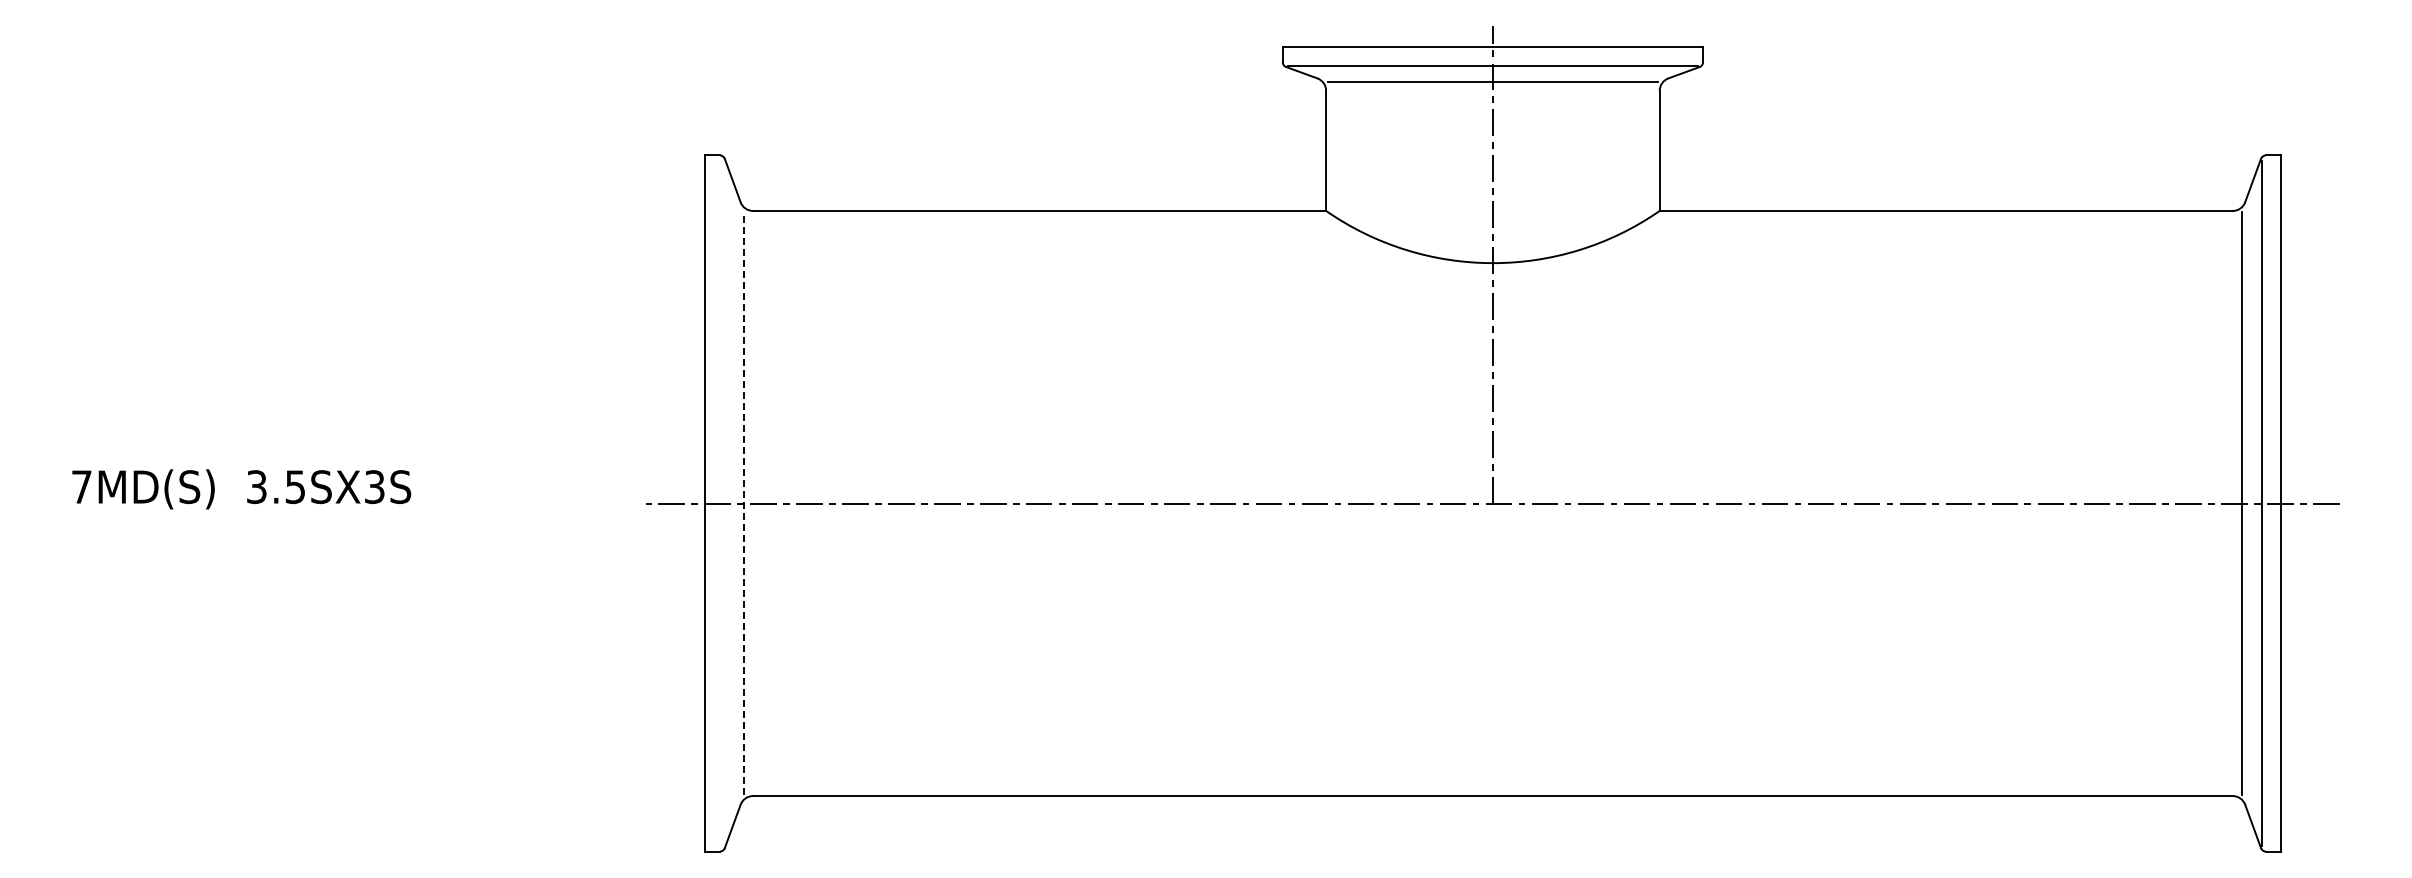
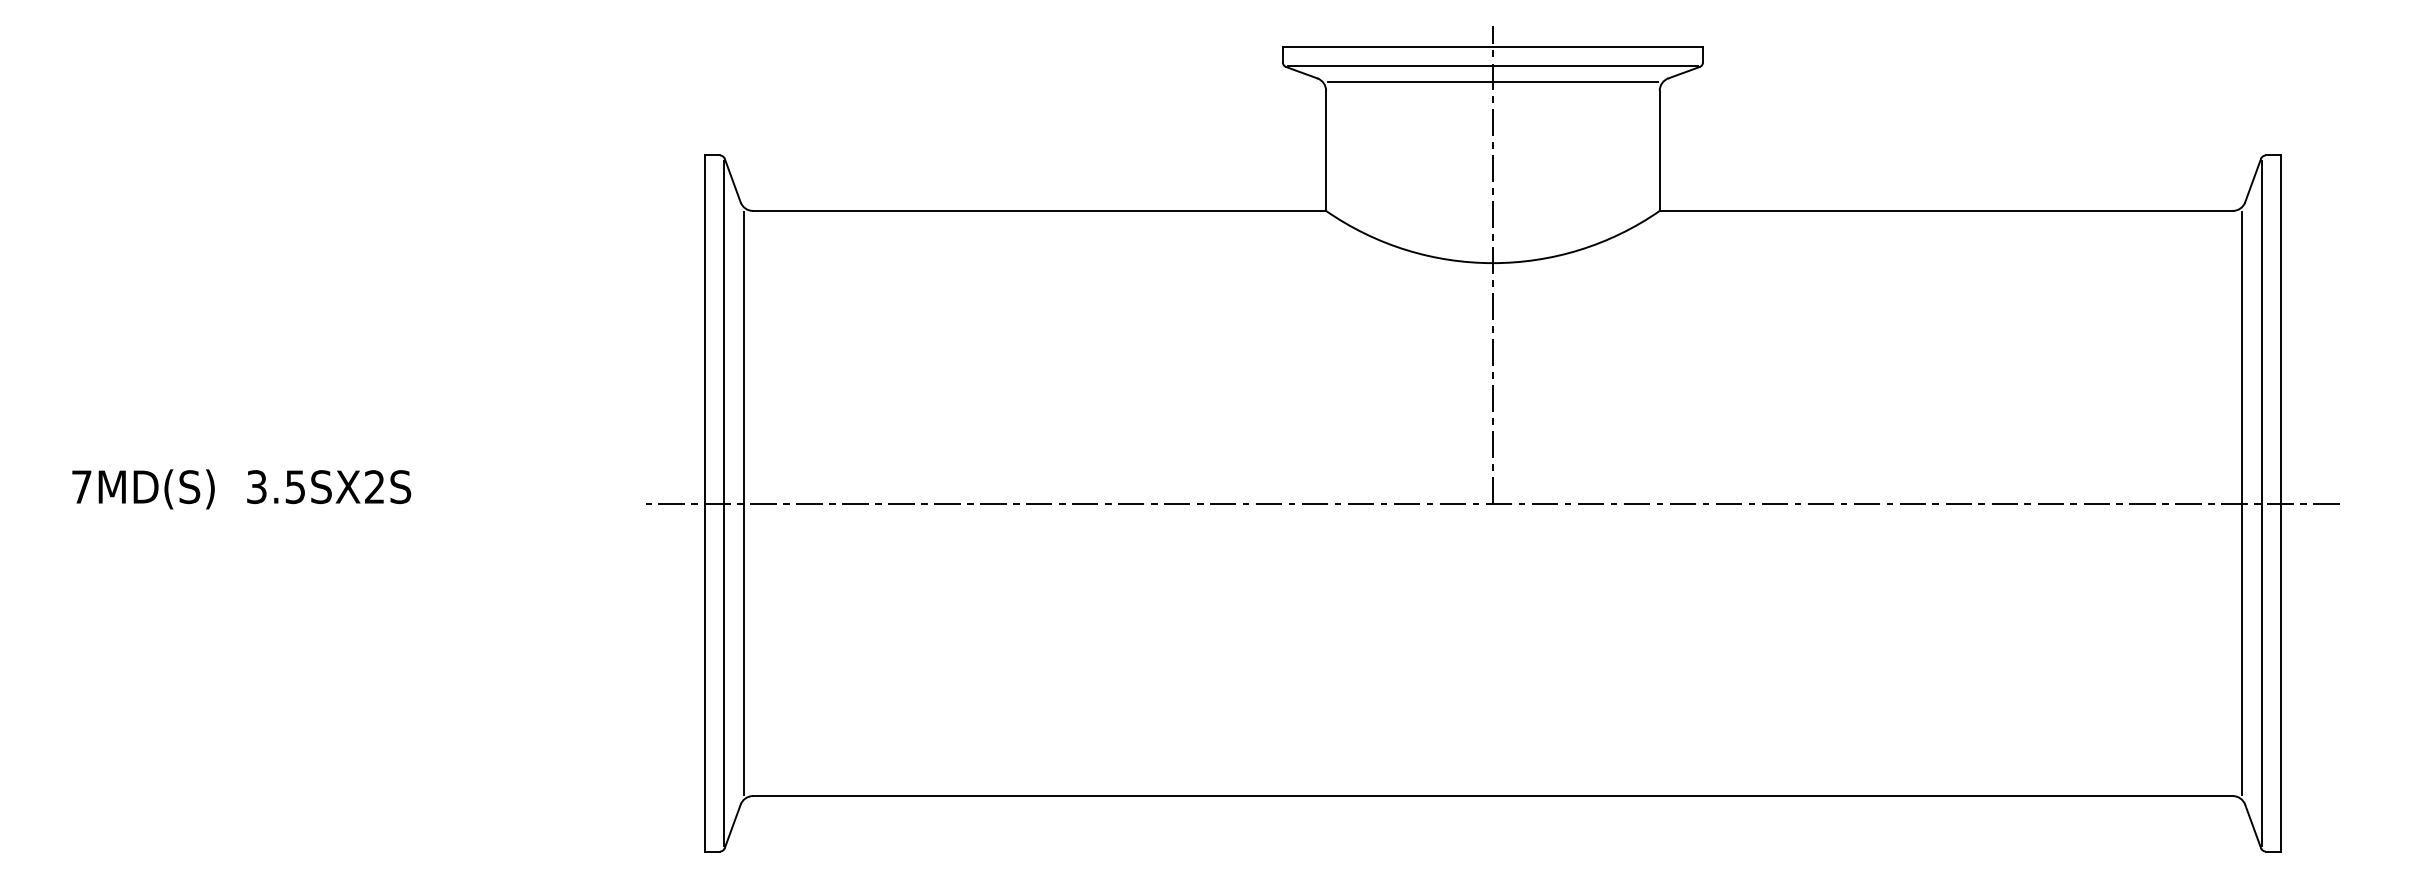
text at (374, 487): 3.5SX3S -> 3.5SX2S
line at (723, 503): none -> present
line at (743, 503): dashed -> solid
